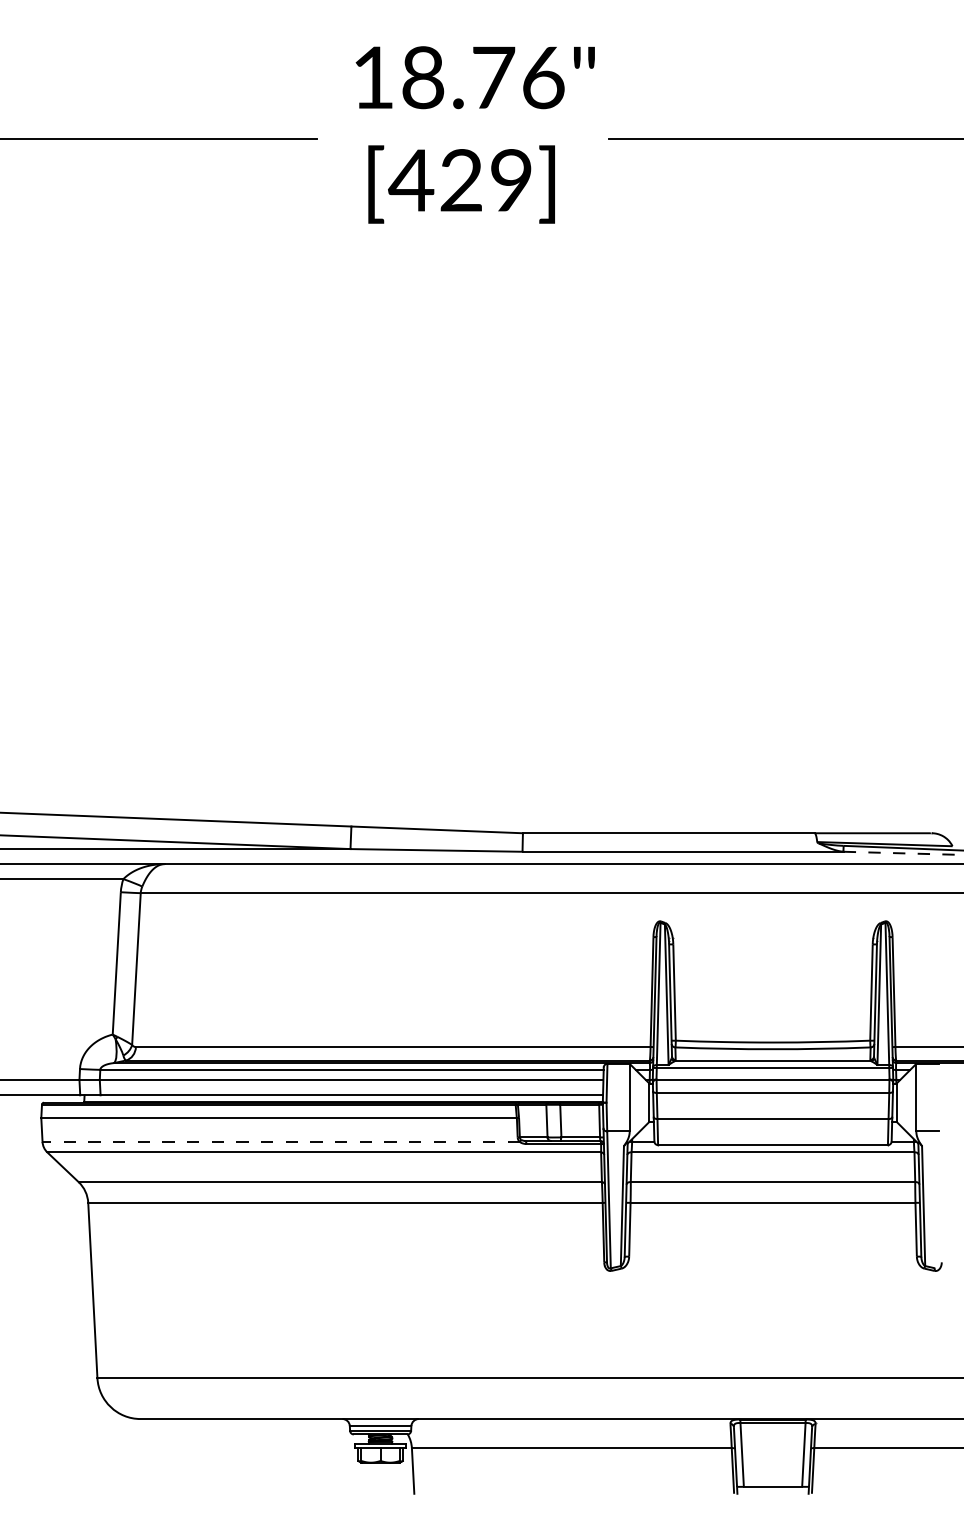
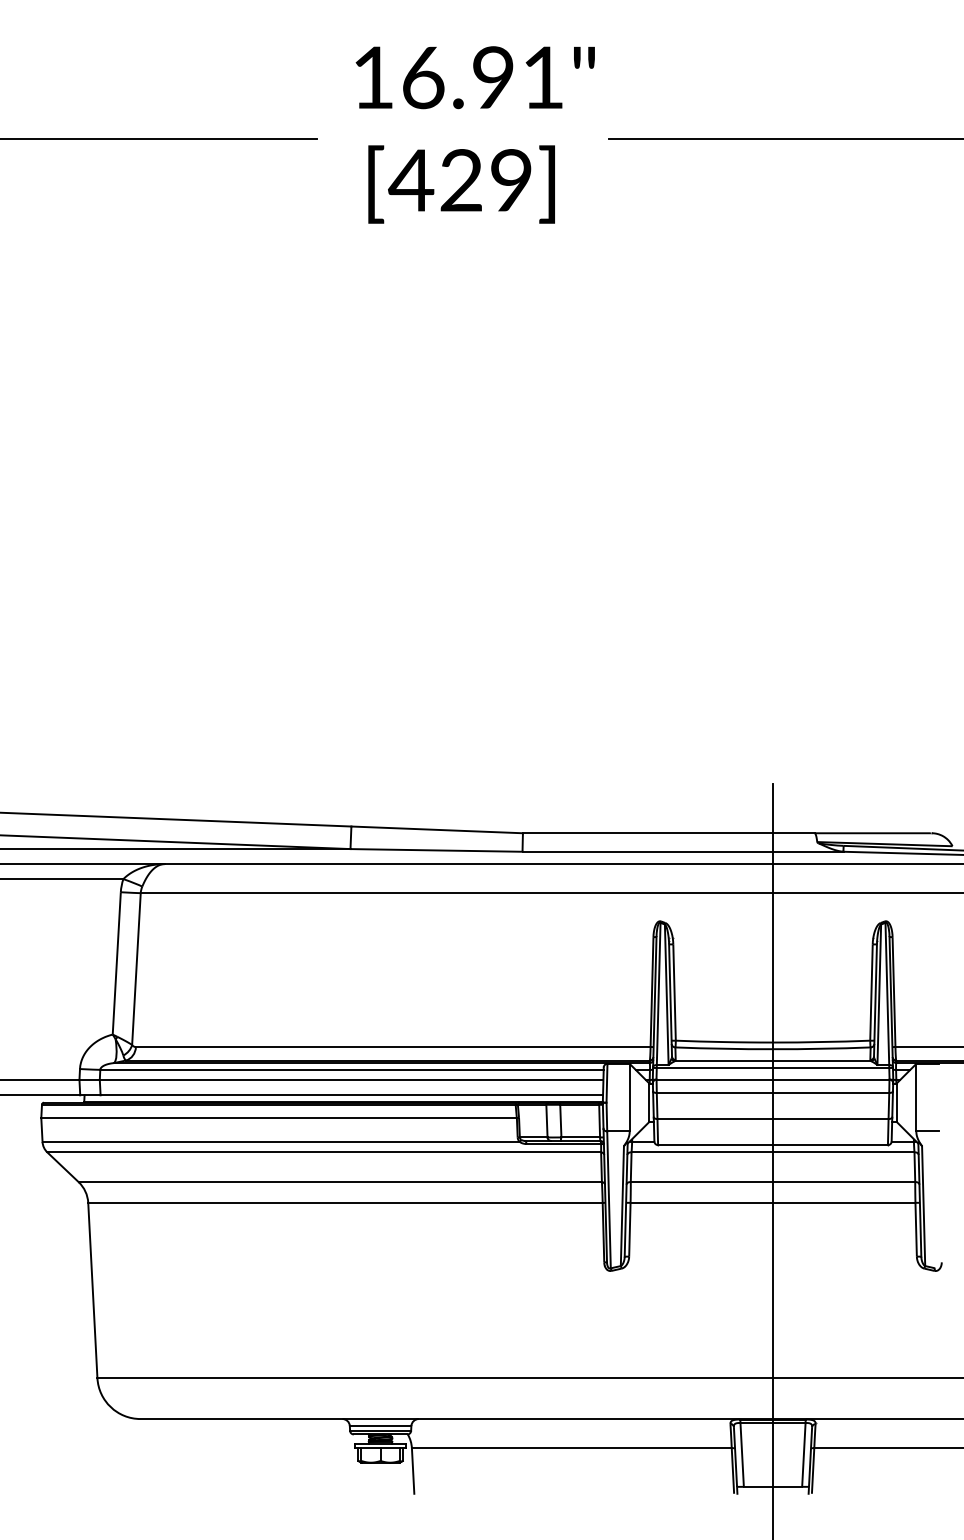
text at (483, 77): 18.76" -> 16.91"
line at (903, 853): dashed -> solid
line at (281, 1141): dashed -> solid
line at (773, 1159): none -> present
